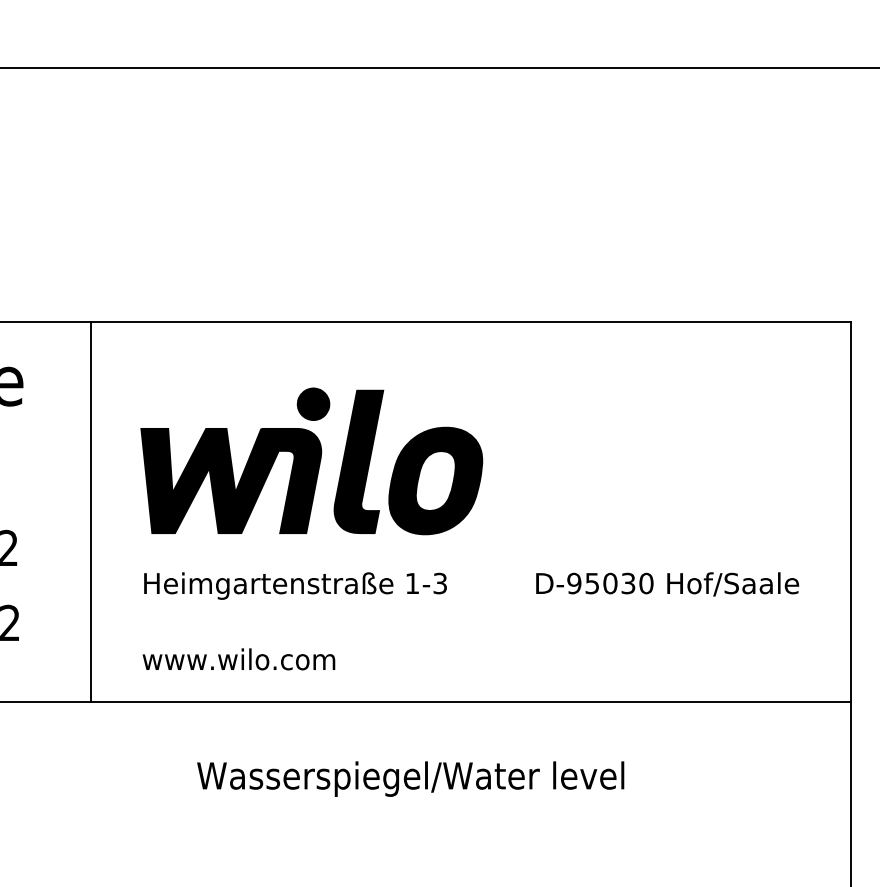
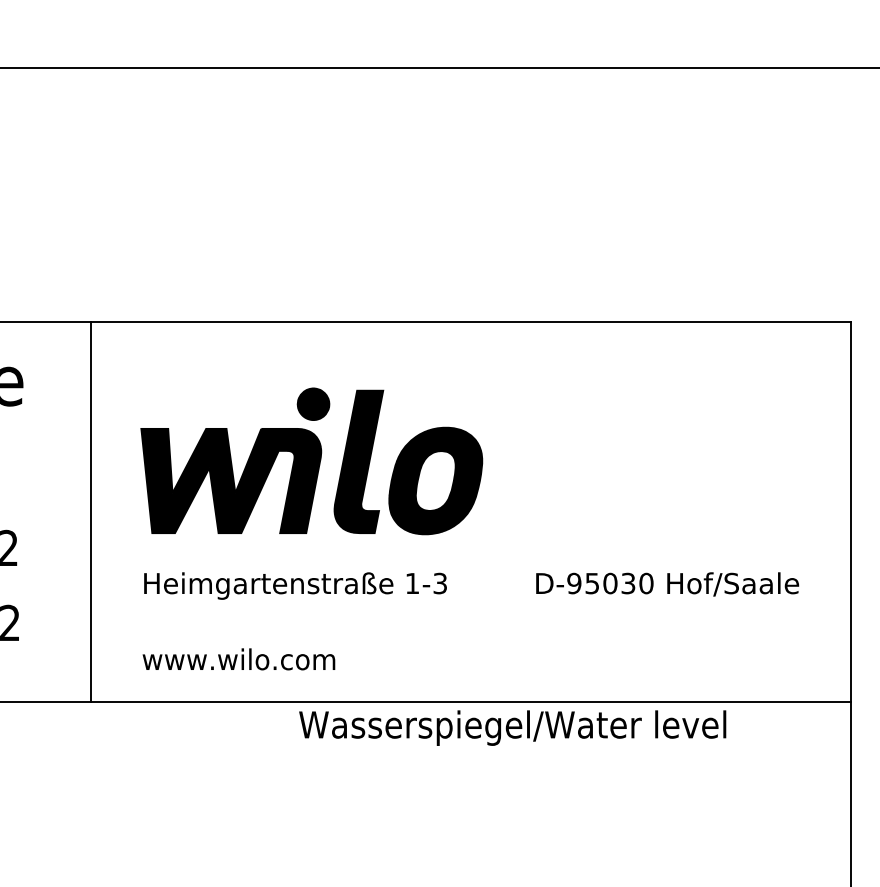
text at (410, 778) position: (410, 778) -> (512, 727)
